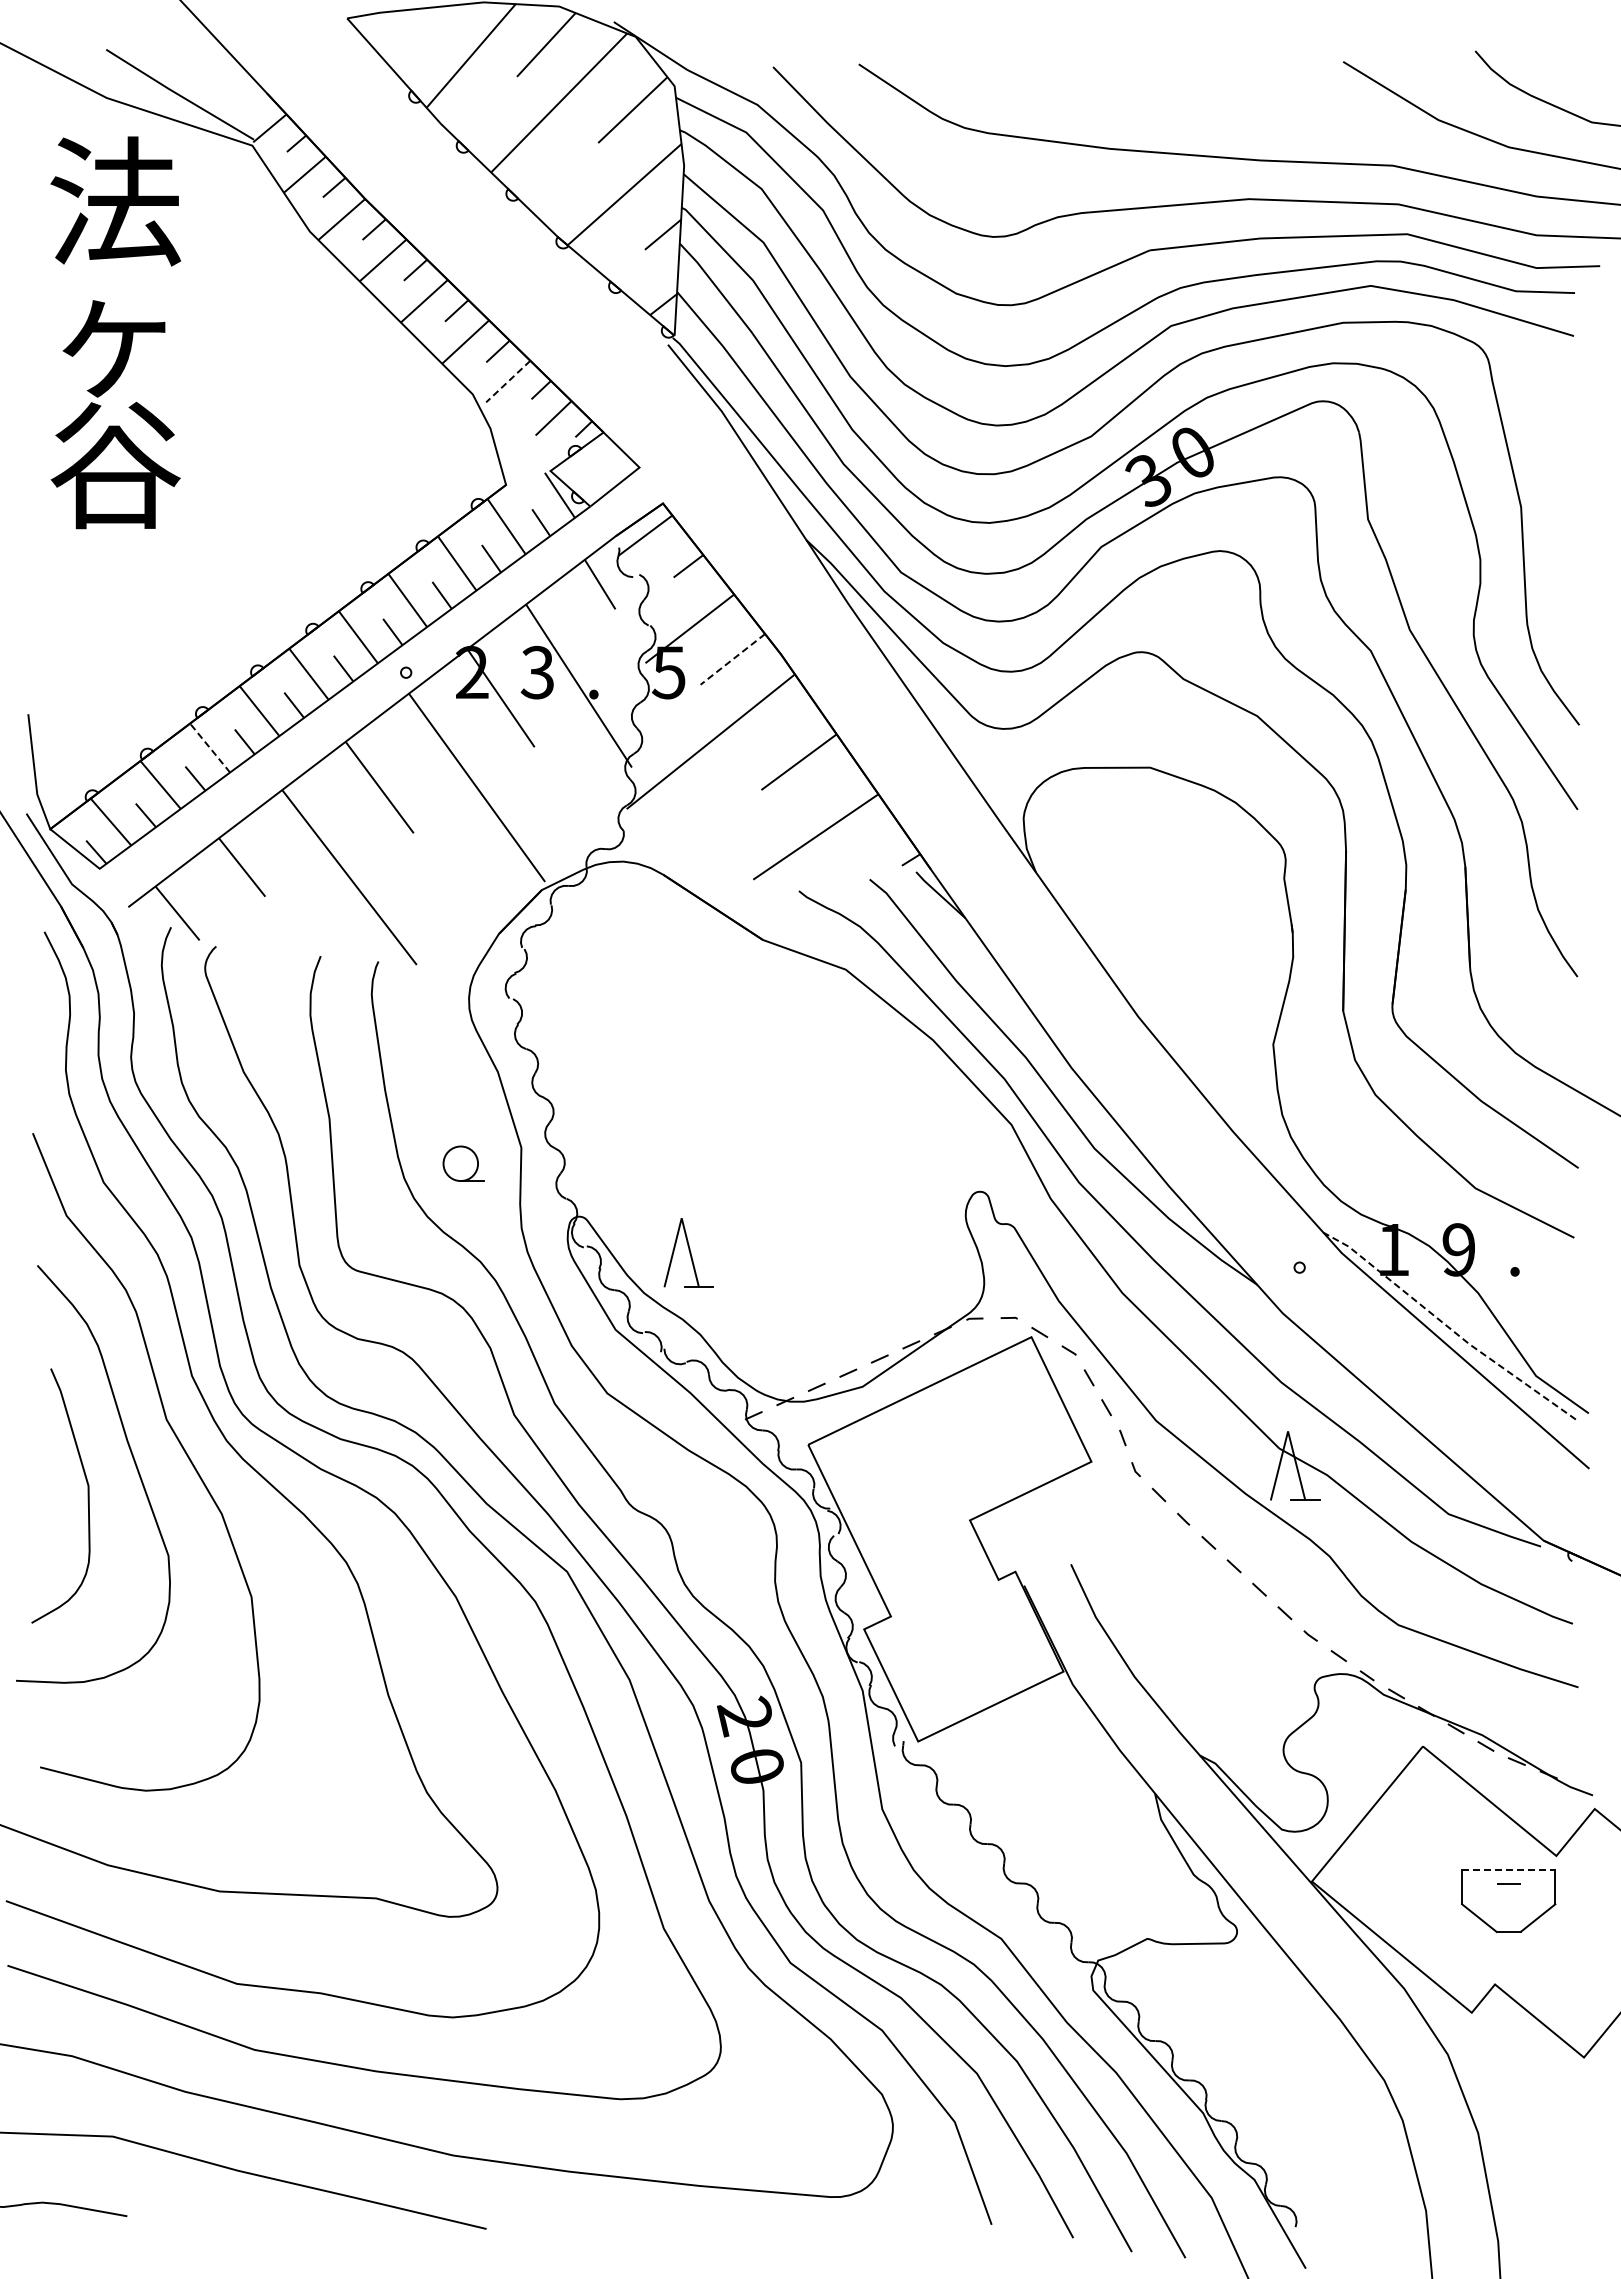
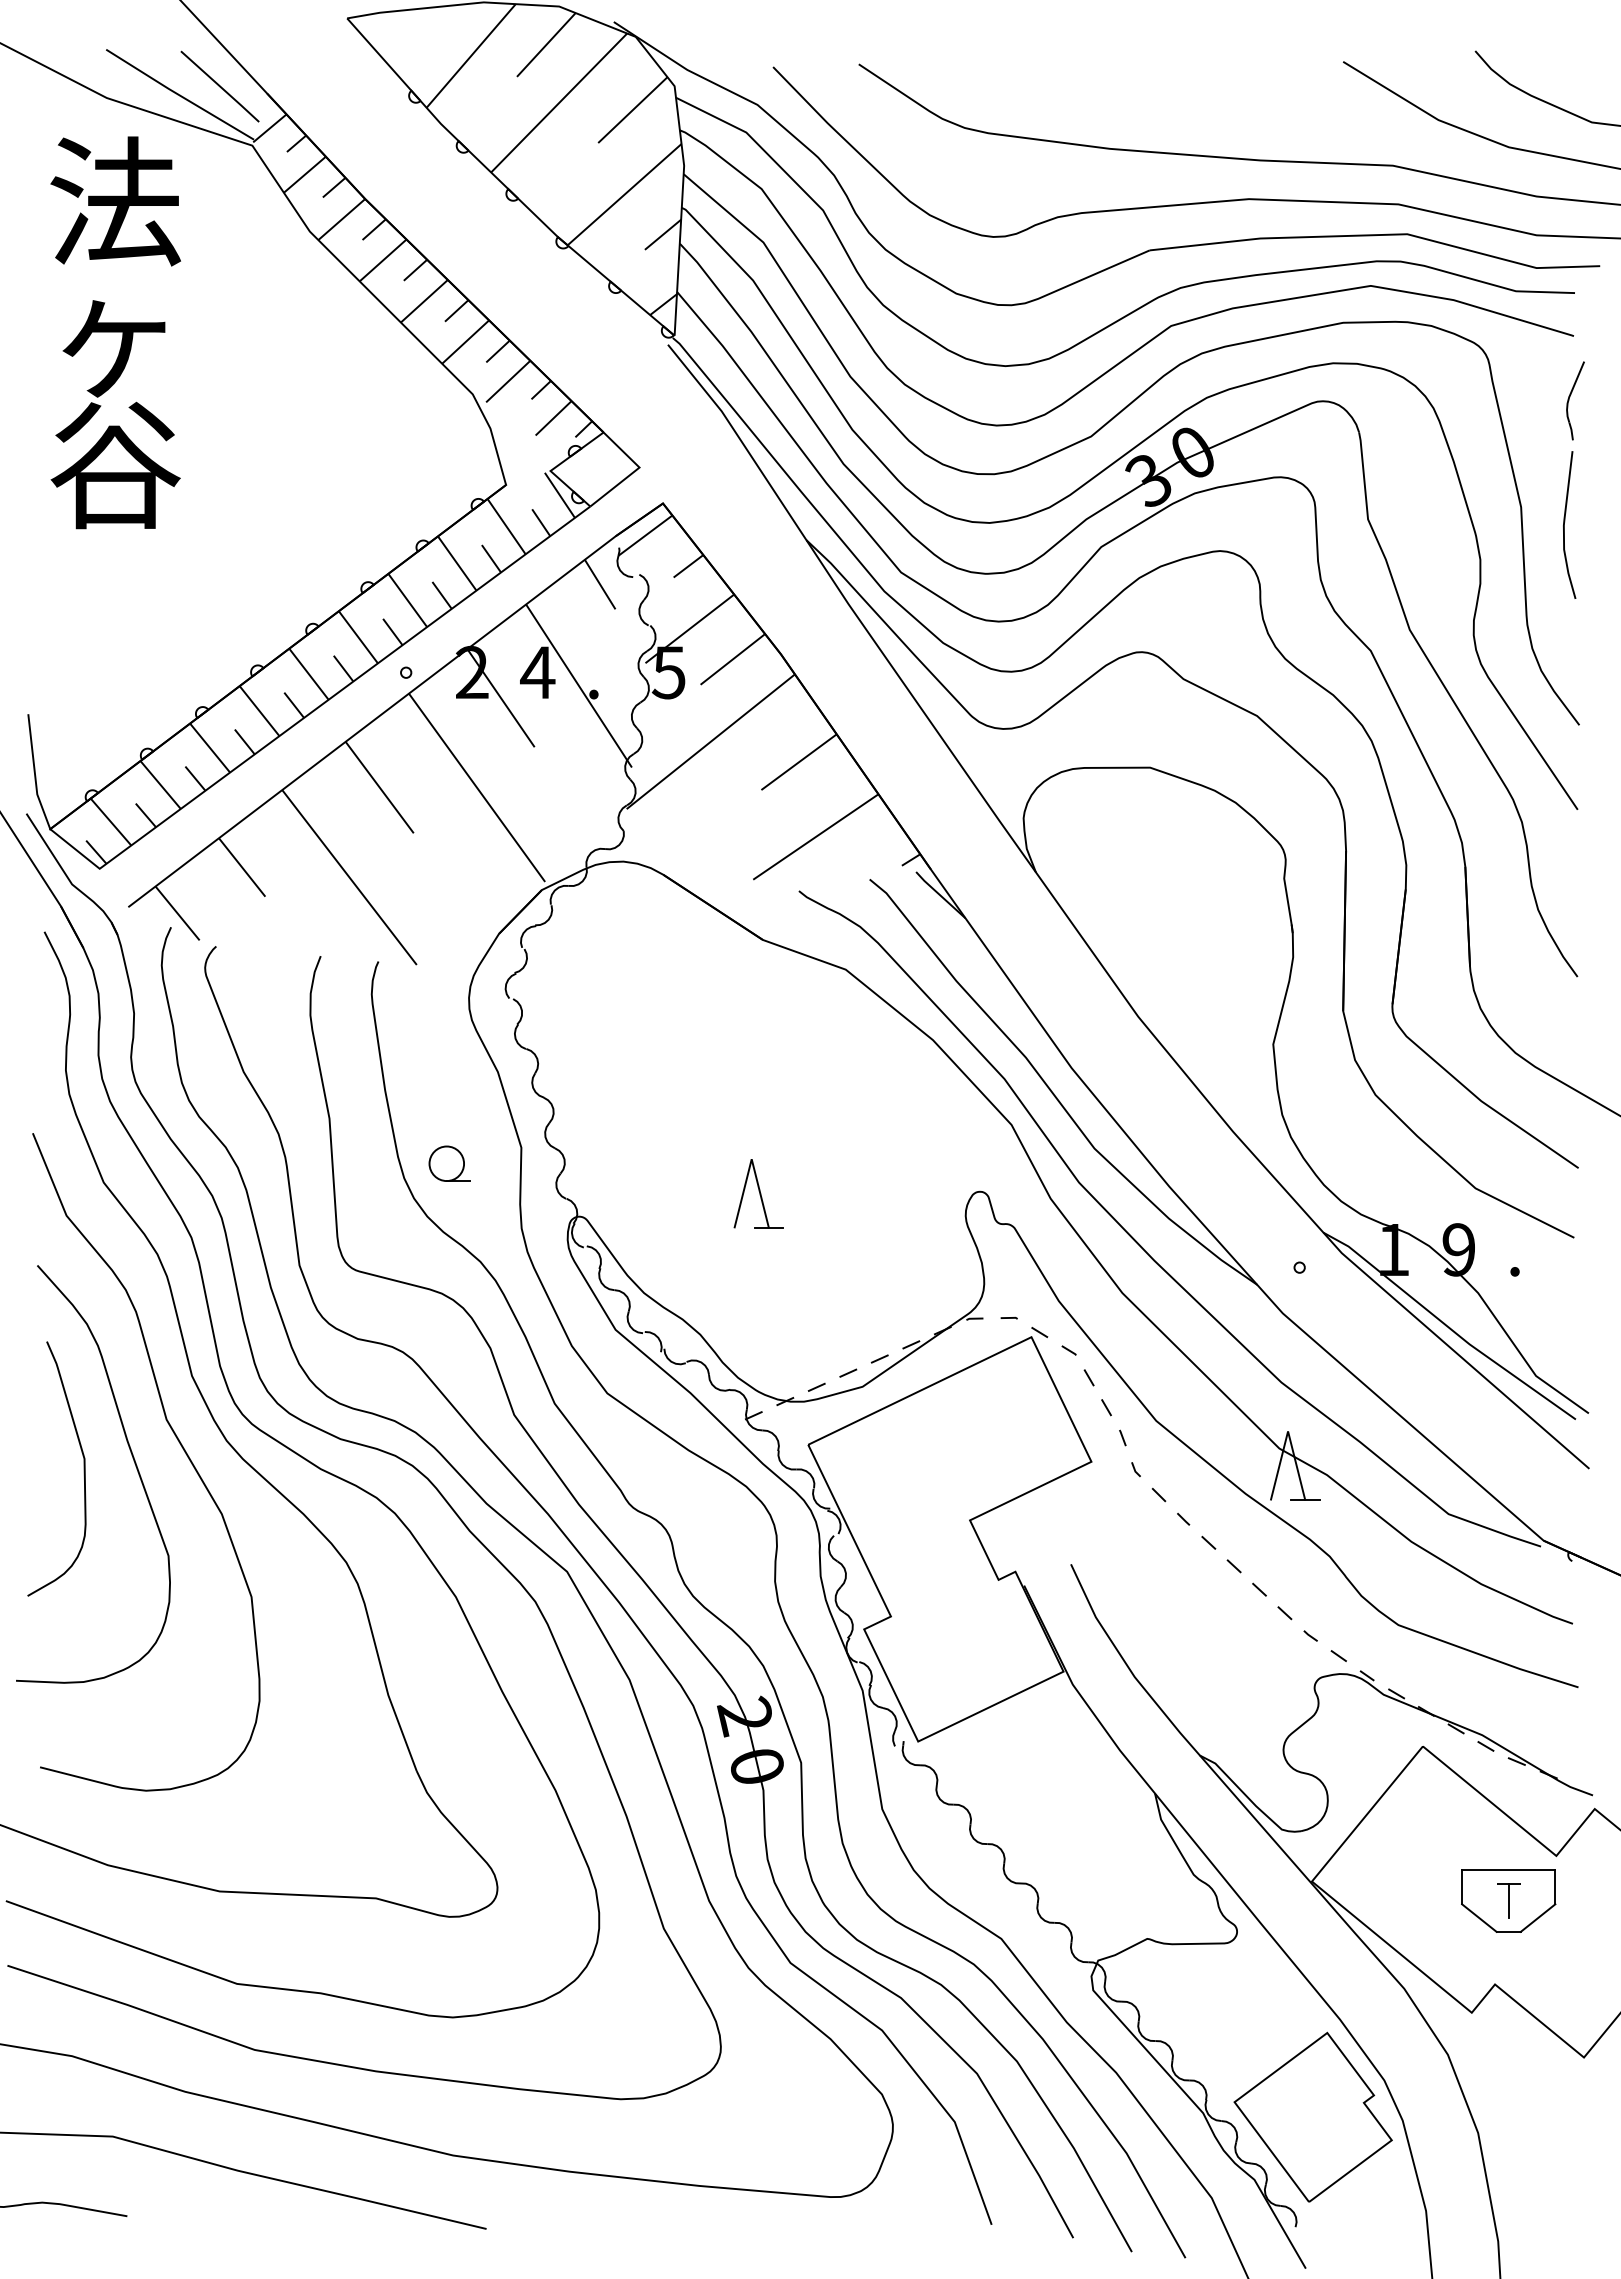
line at (219, 86): none -> present
line at (507, 381): dashed -> solid
part at (1575, 400): none -> present
curve at (1565, 521): none -> present
line at (732, 659): dashed -> solid
text at (537, 672): 3 -> 4
line at (210, 748): dashed -> solid
part at (463, 1163) position: (463, 1163) -> (449, 1163)
part at (688, 1252) position: (688, 1252) -> (758, 1193)
line at (1448, 1327): dashed -> solid
curve at (87, 1495) position: (87, 1495) -> (83, 1468)
line at (1508, 1869): dashed -> solid
line at (1508, 1900): none -> present
part at (1312, 2116): none -> present
